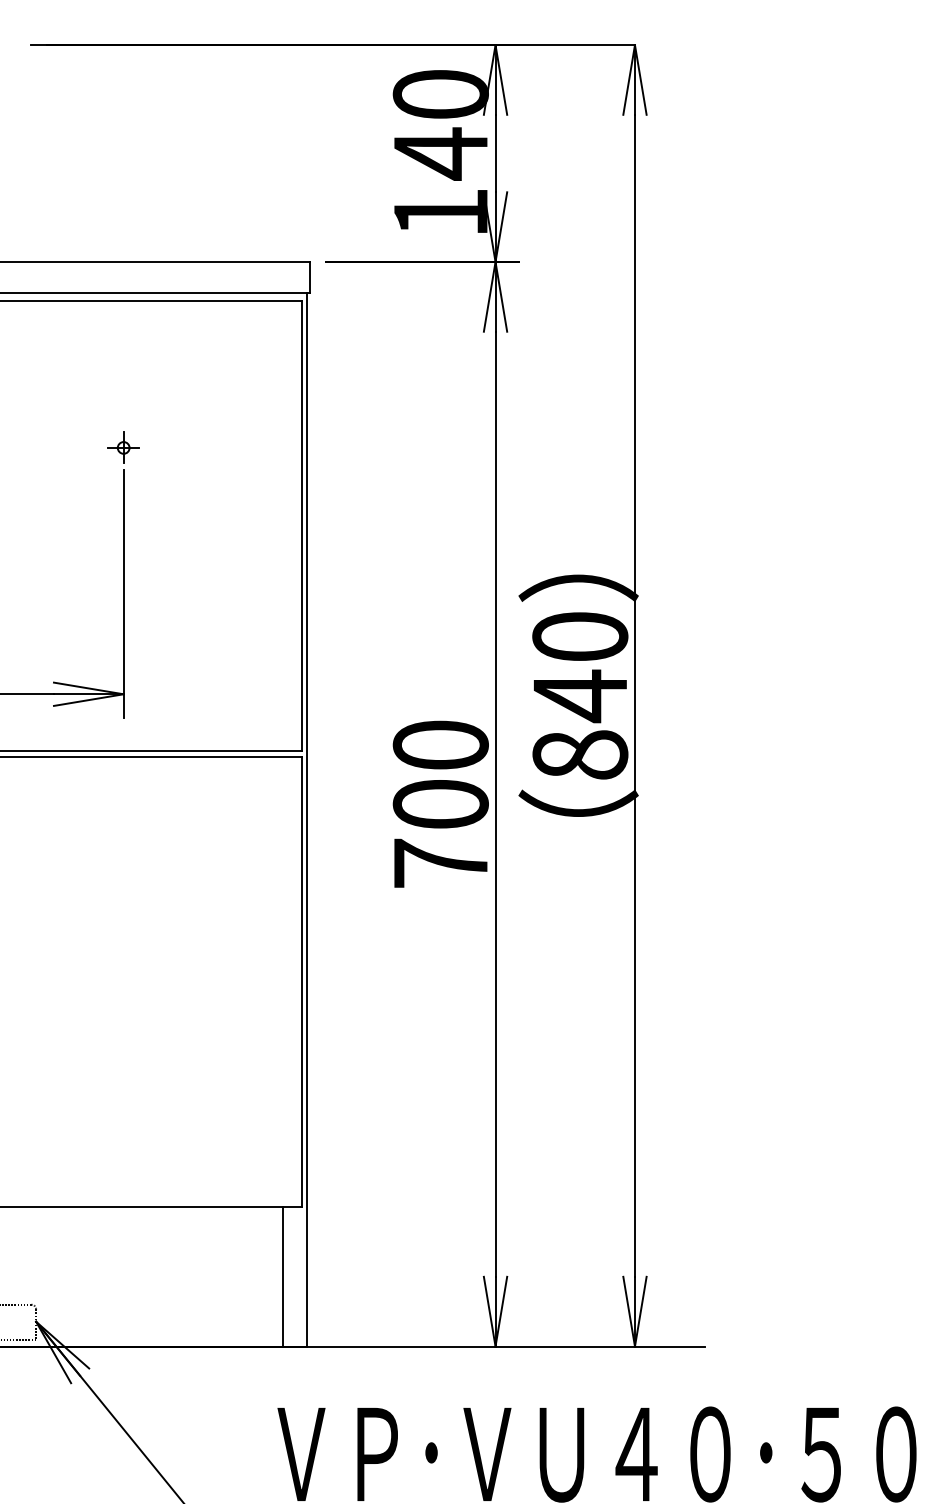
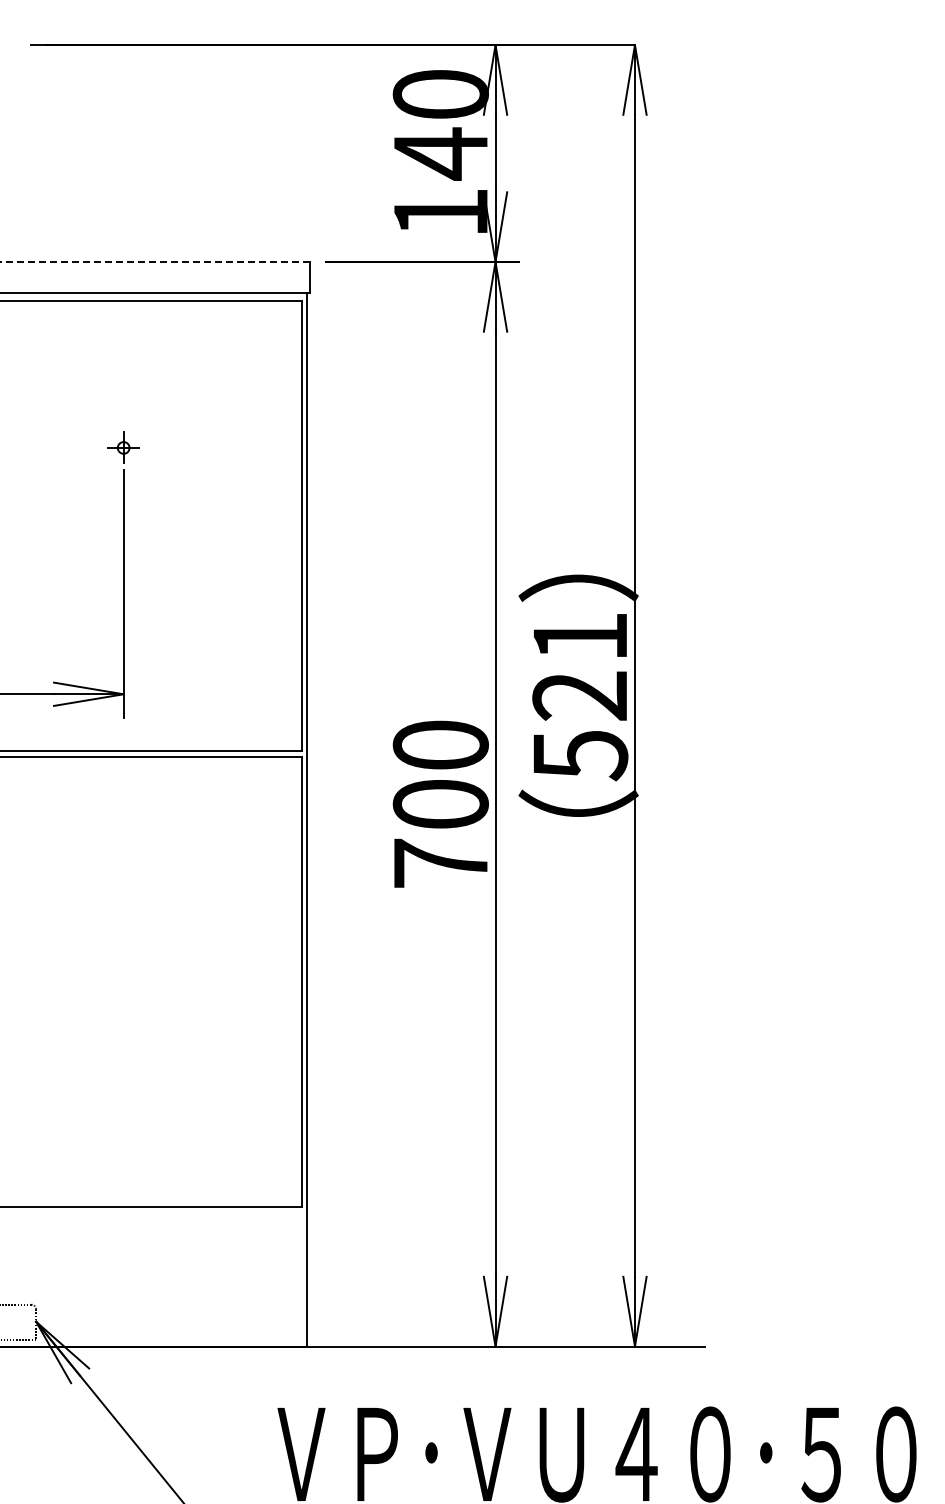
line at (154, 262): solid -> dashed
text at (580, 696): 840 -> 521
line at (283, 1276): present -> none
